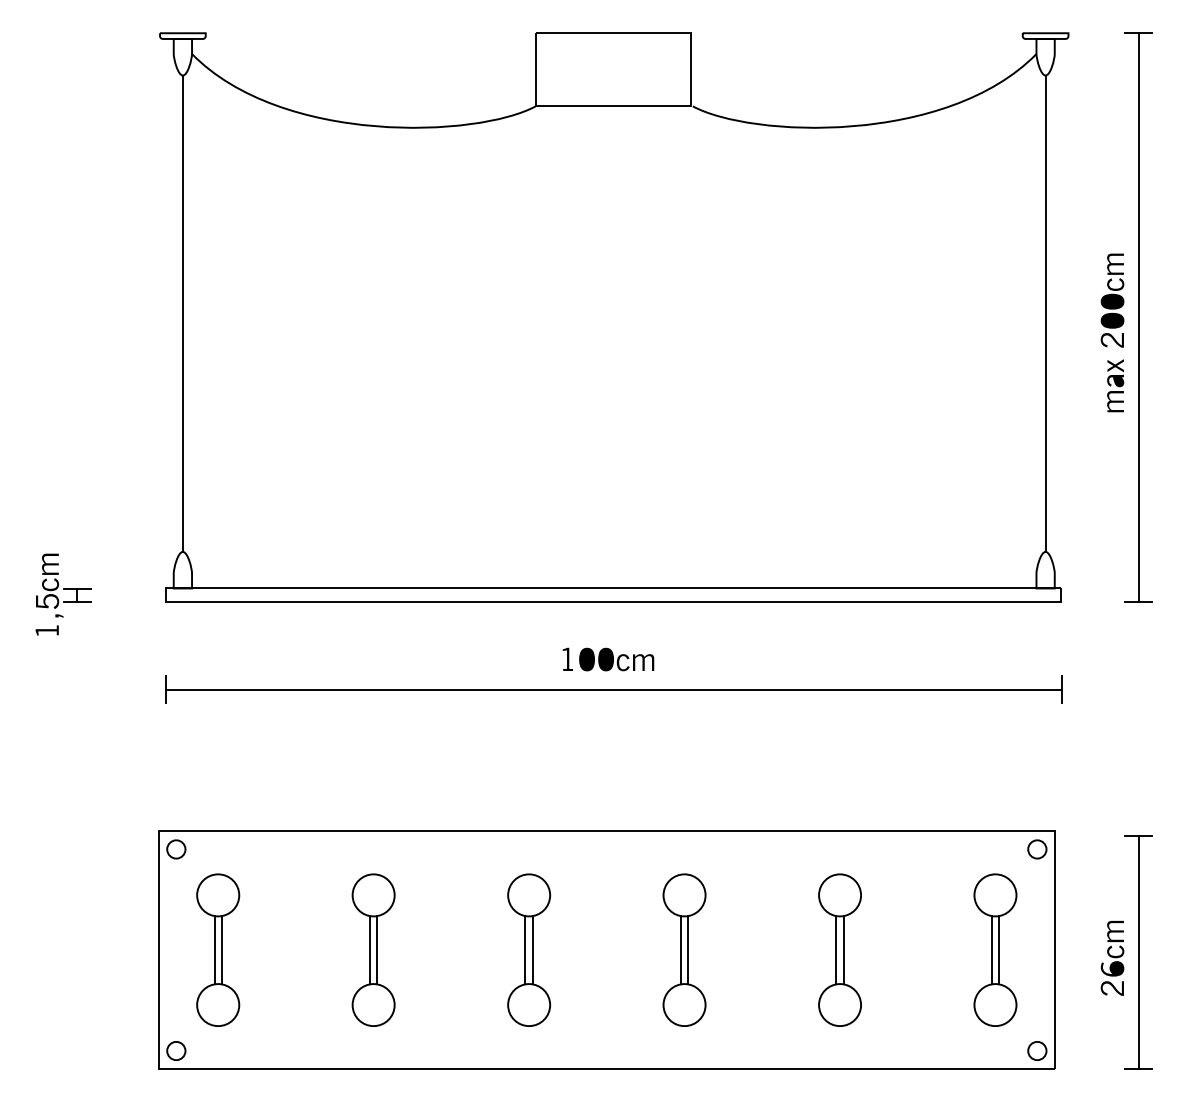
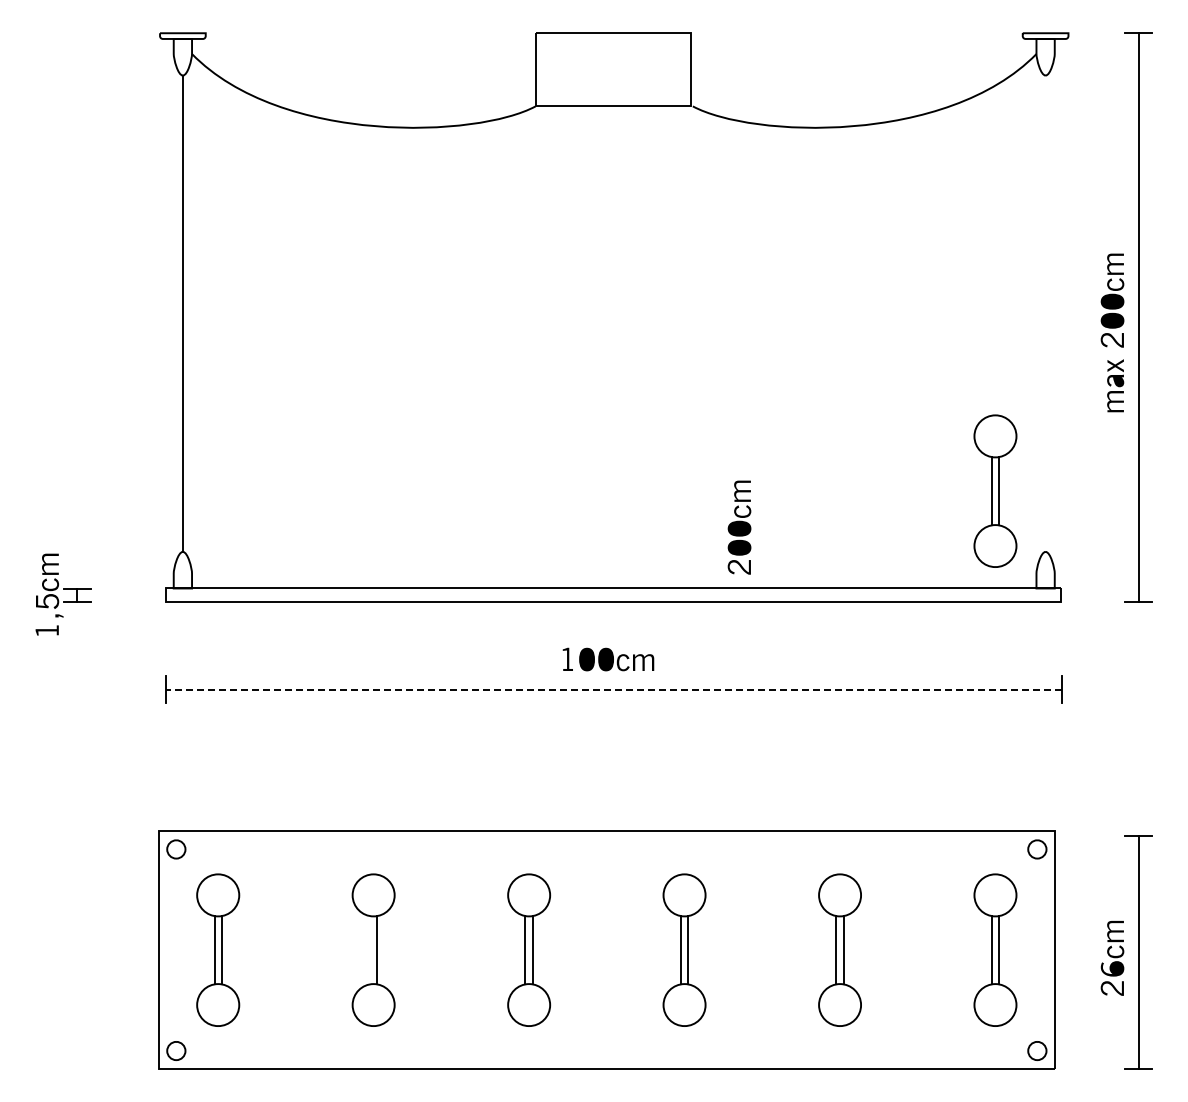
line at (1045, 313): present -> none
part at (995, 490): none -> present
part at (739, 527): none -> present
line at (613, 689): solid -> dashed
line at (370, 950): present -> none
